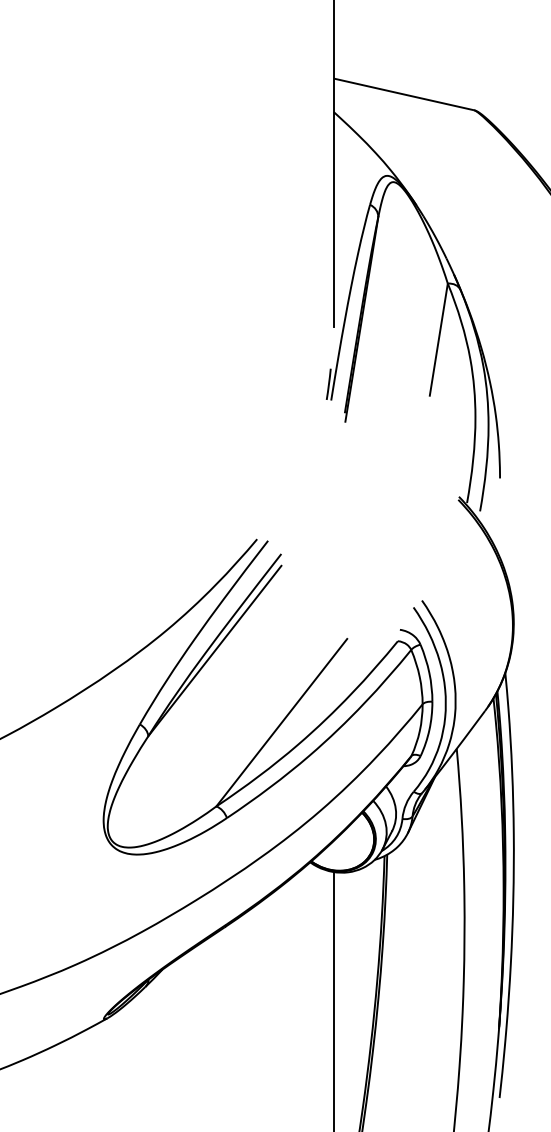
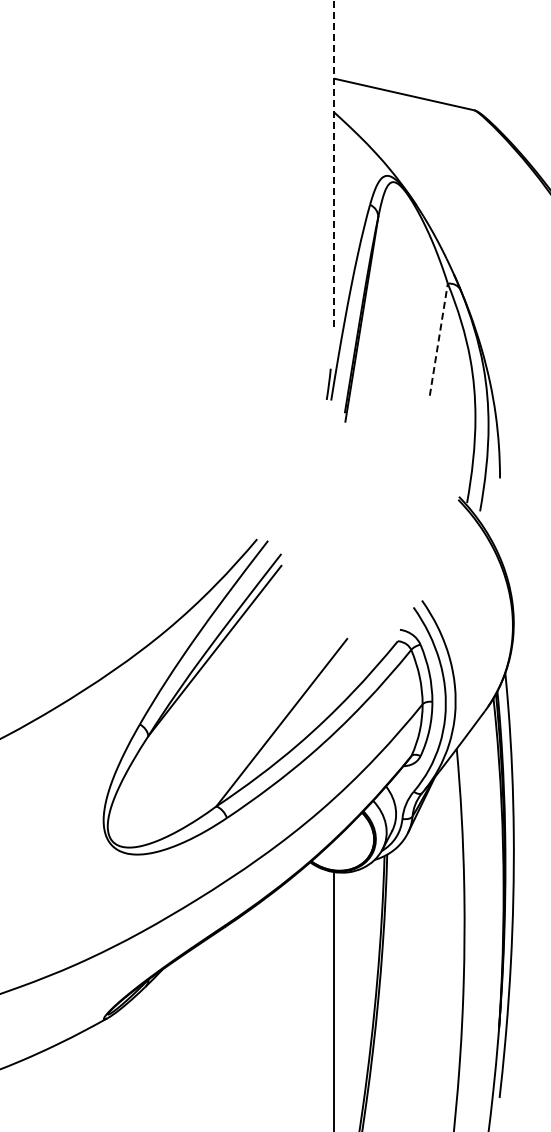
line at (333, 163): solid -> dashed
line at (438, 339): solid -> dashed
